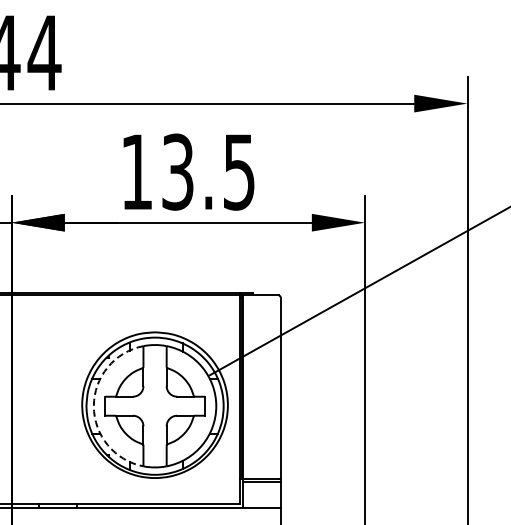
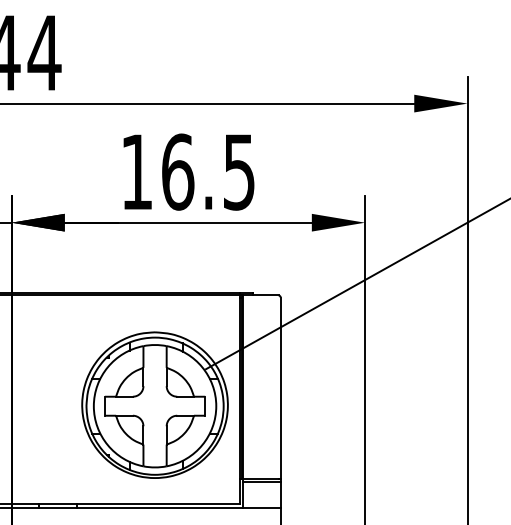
text at (178, 171): 13.5 -> 16.5
line at (358, 291) position: (358, 291) -> (356, 284)
arc at (93, 406): dashed -> solid
